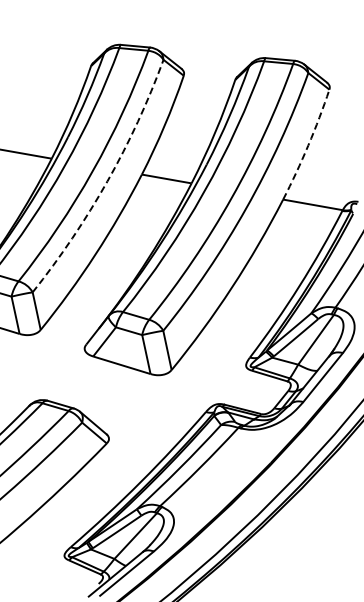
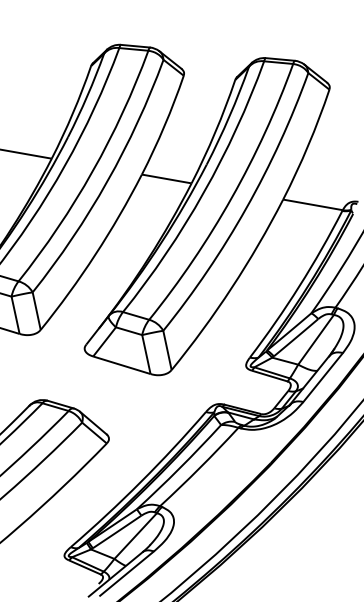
arc at (308, 145): dashed -> solid
arc at (107, 181): dashed -> solid
